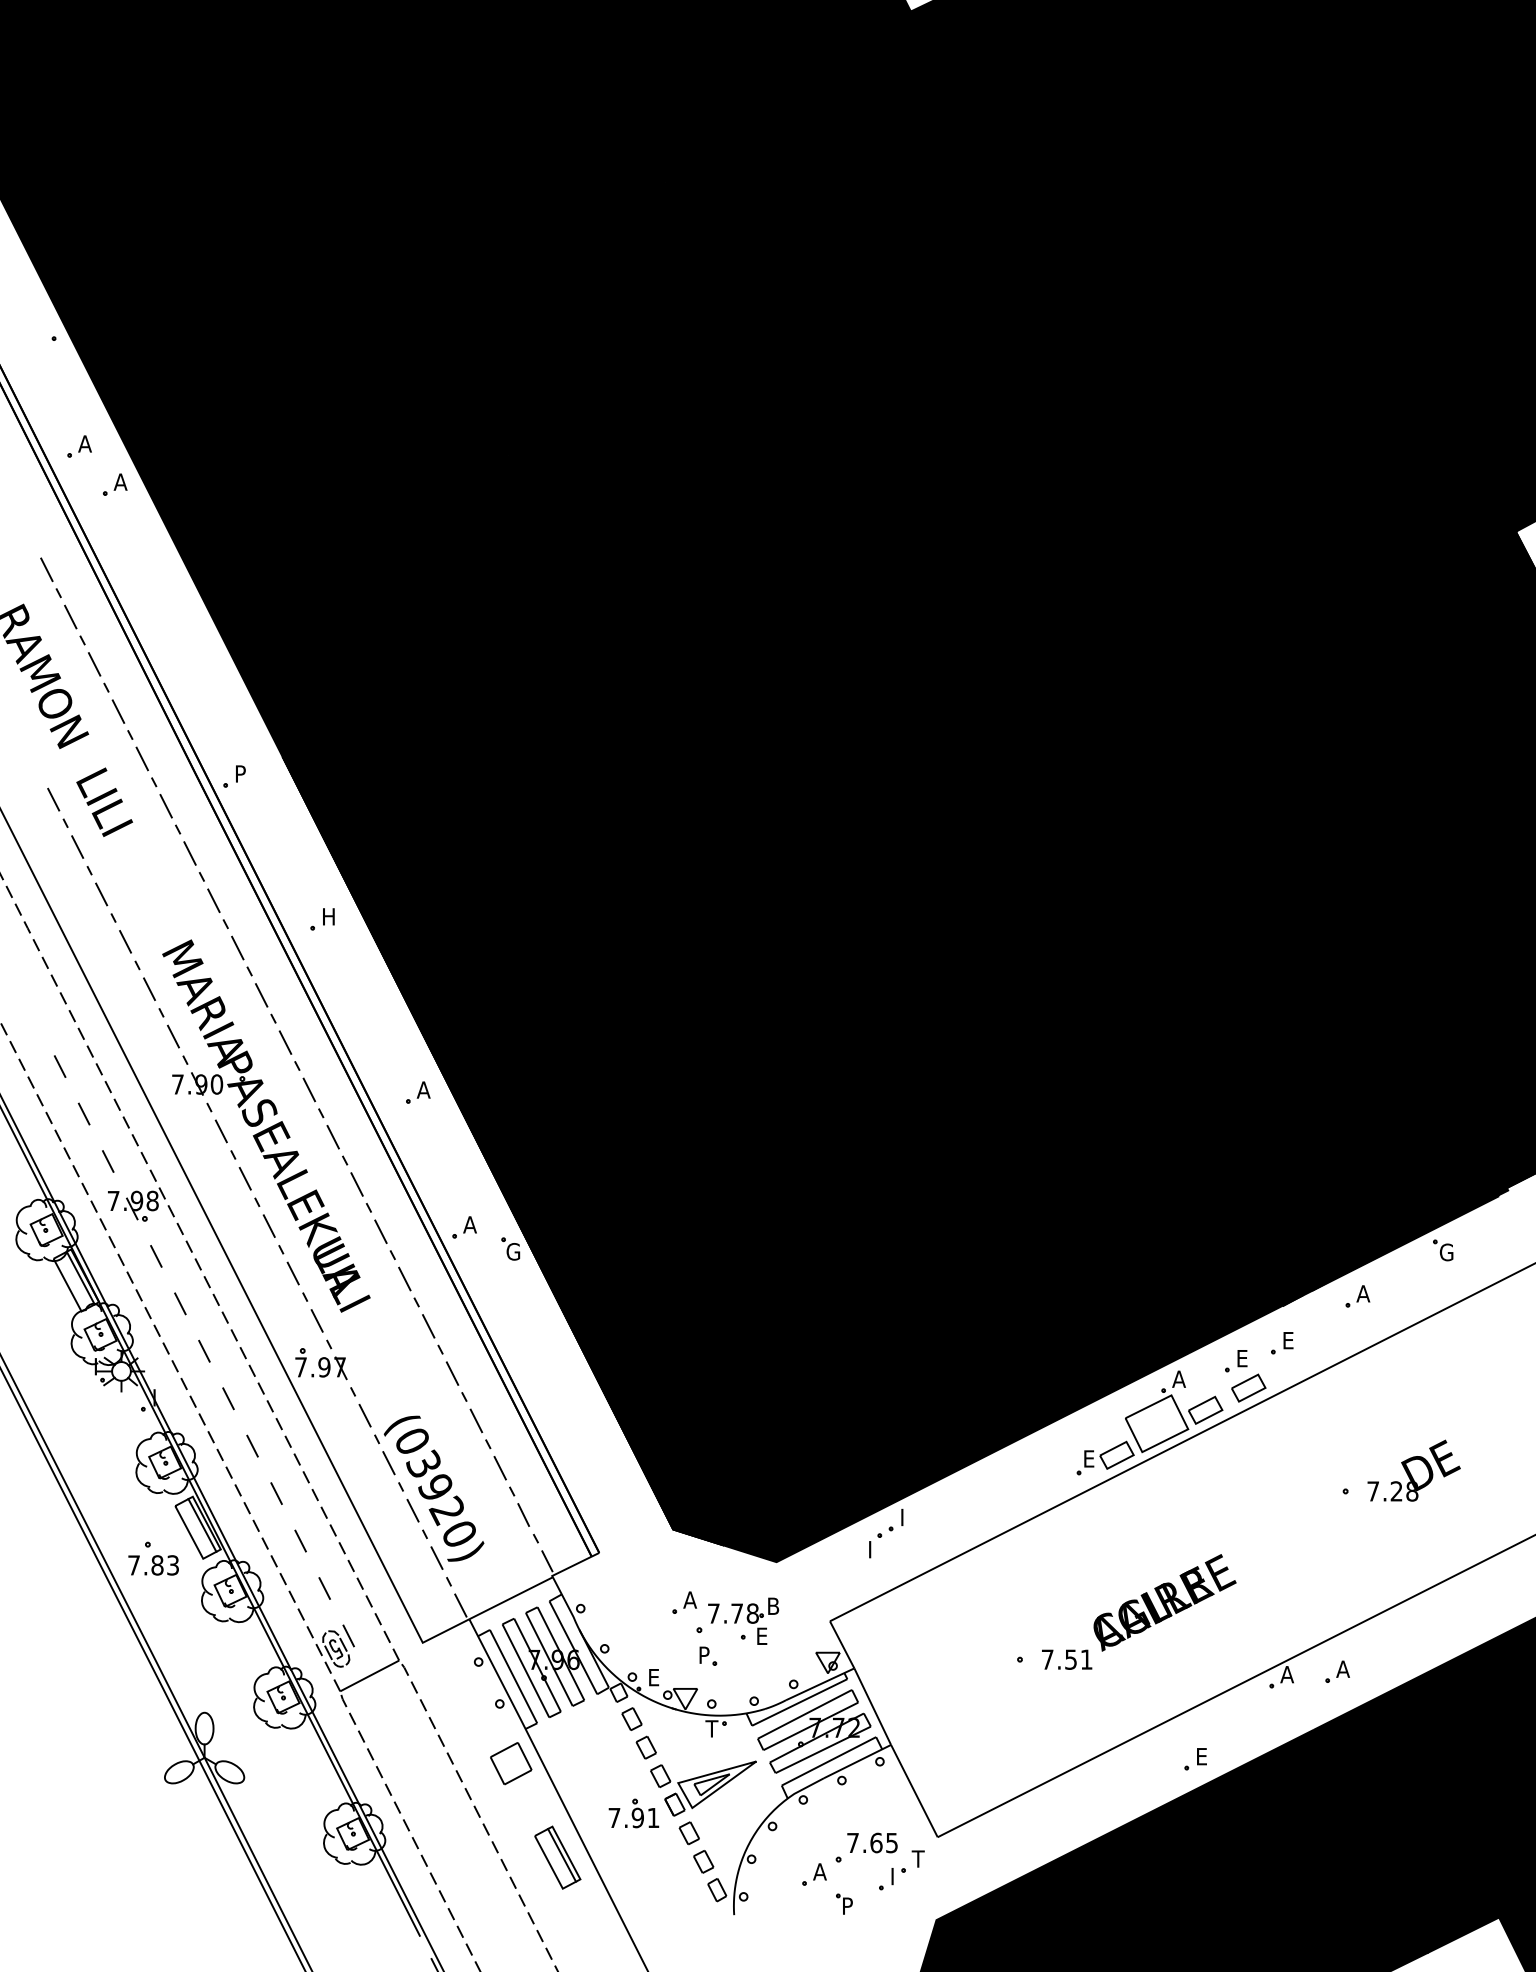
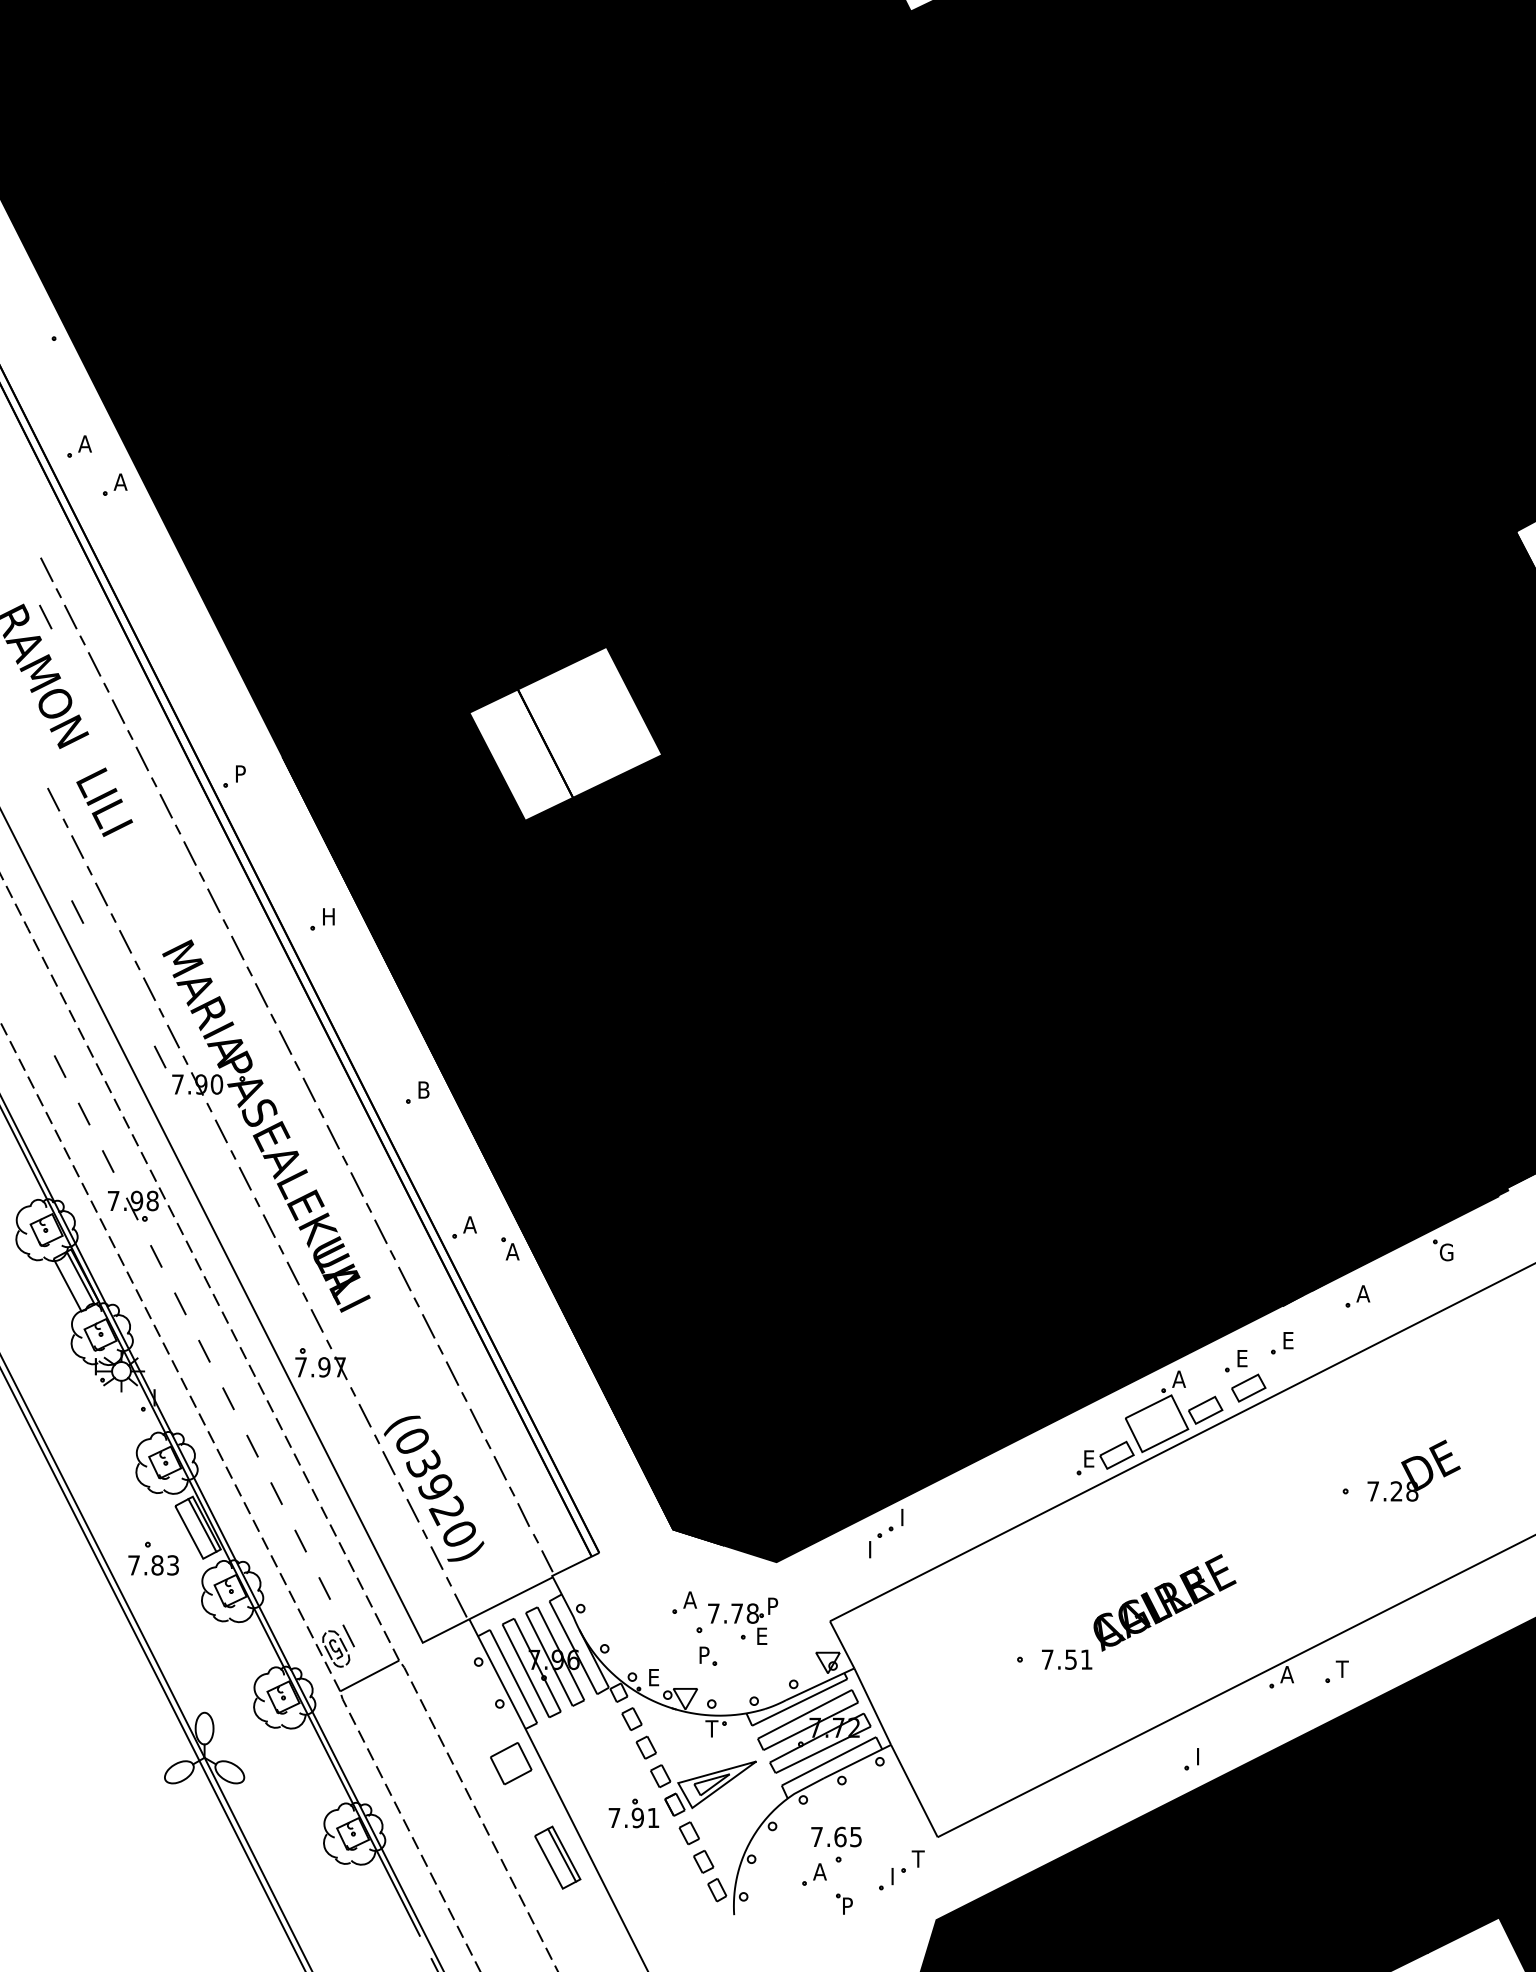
line at (45, 616): none -> present
fill at (565, 733): present -> none
line at (77, 911): none -> present
line at (159, 1056): none -> present
text at (423, 1089): A -> B
text at (512, 1251): G -> A
text at (774, 1605): B -> P
text at (1342, 1668): A -> T
text at (1202, 1756): E -> I
text at (872, 1842) position: (872, 1842) -> (836, 1836)
